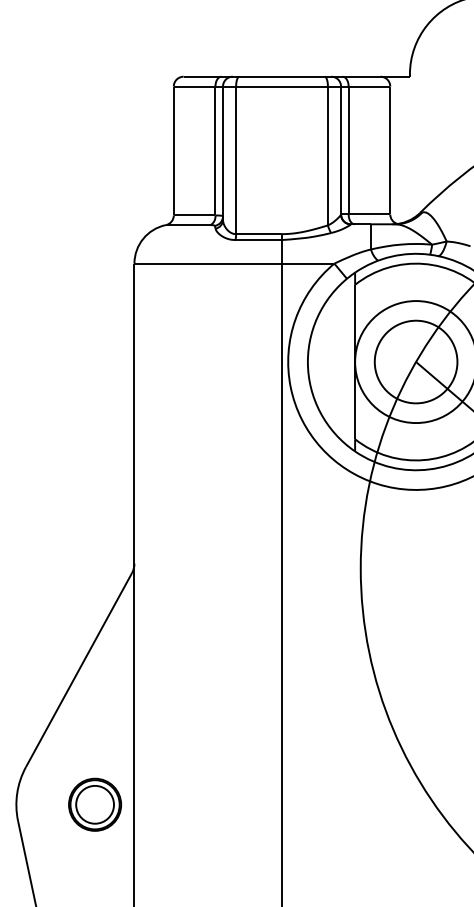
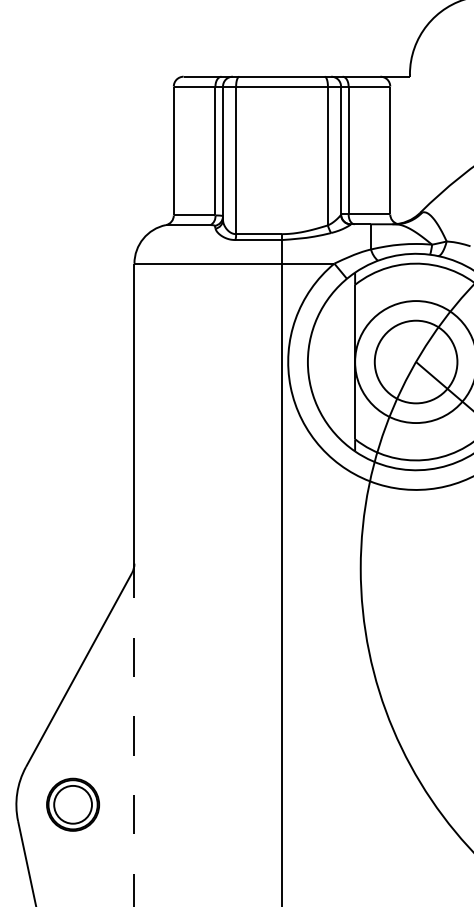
line at (134, 734): solid -> dashed
part at (95, 804) position: (95, 804) -> (73, 804)
